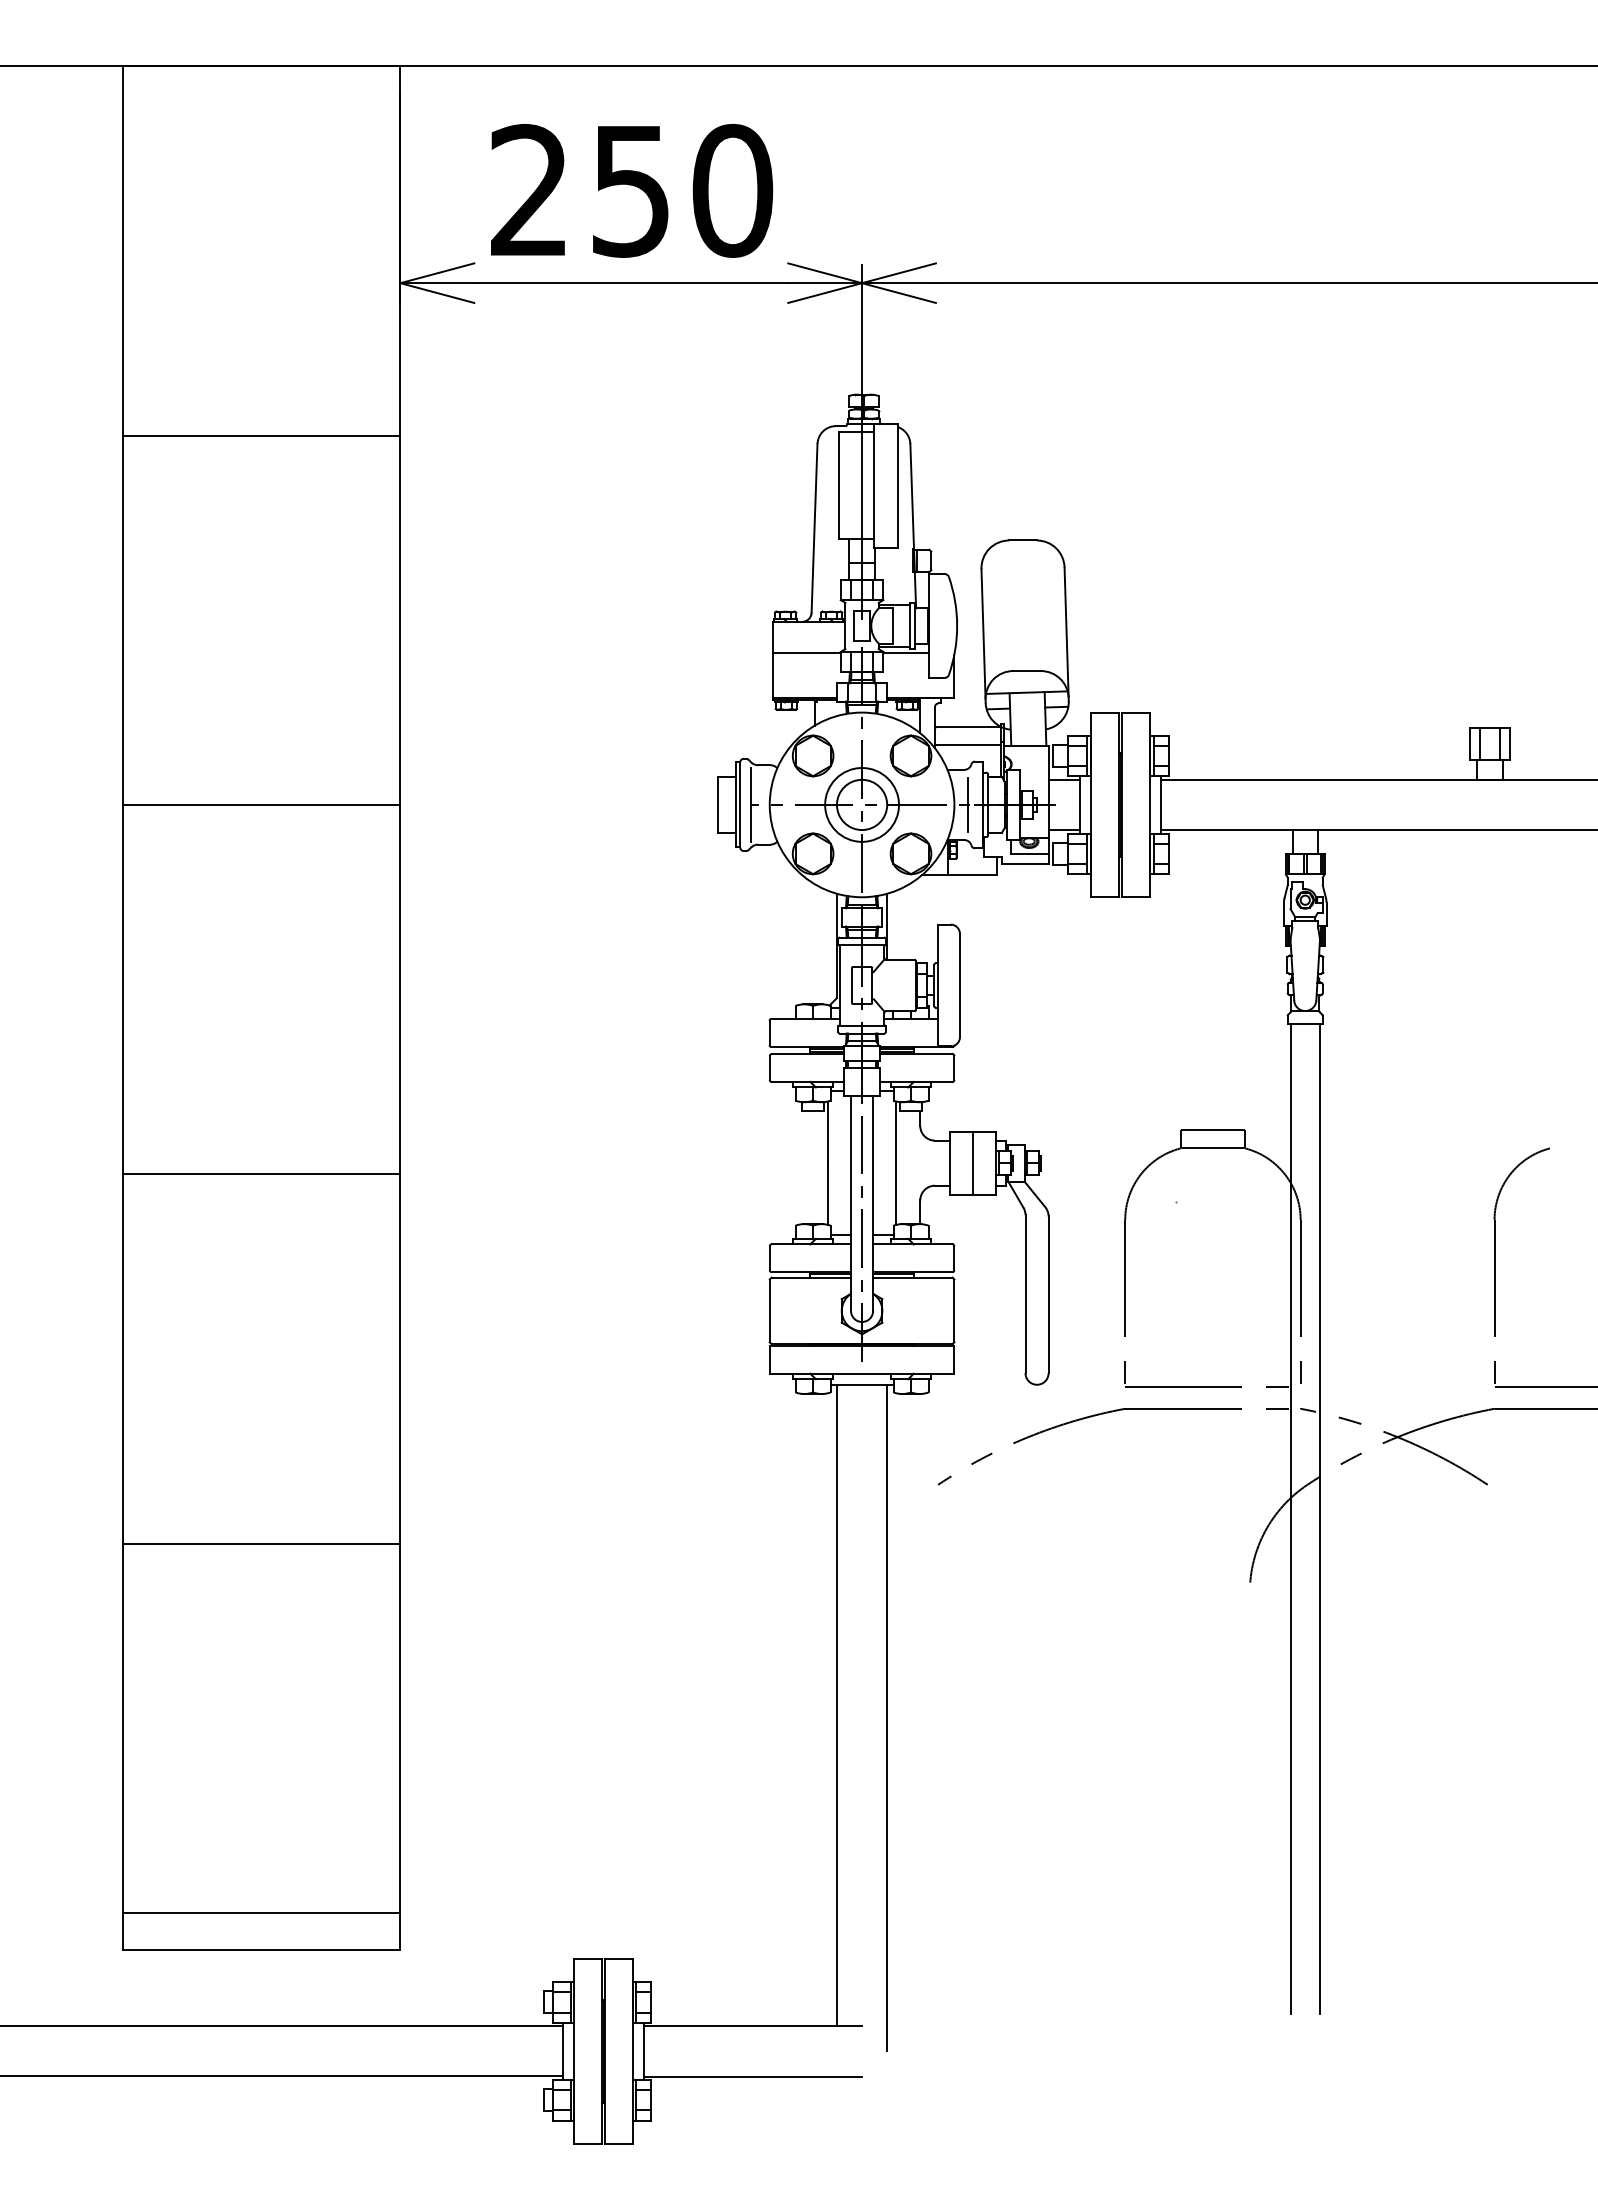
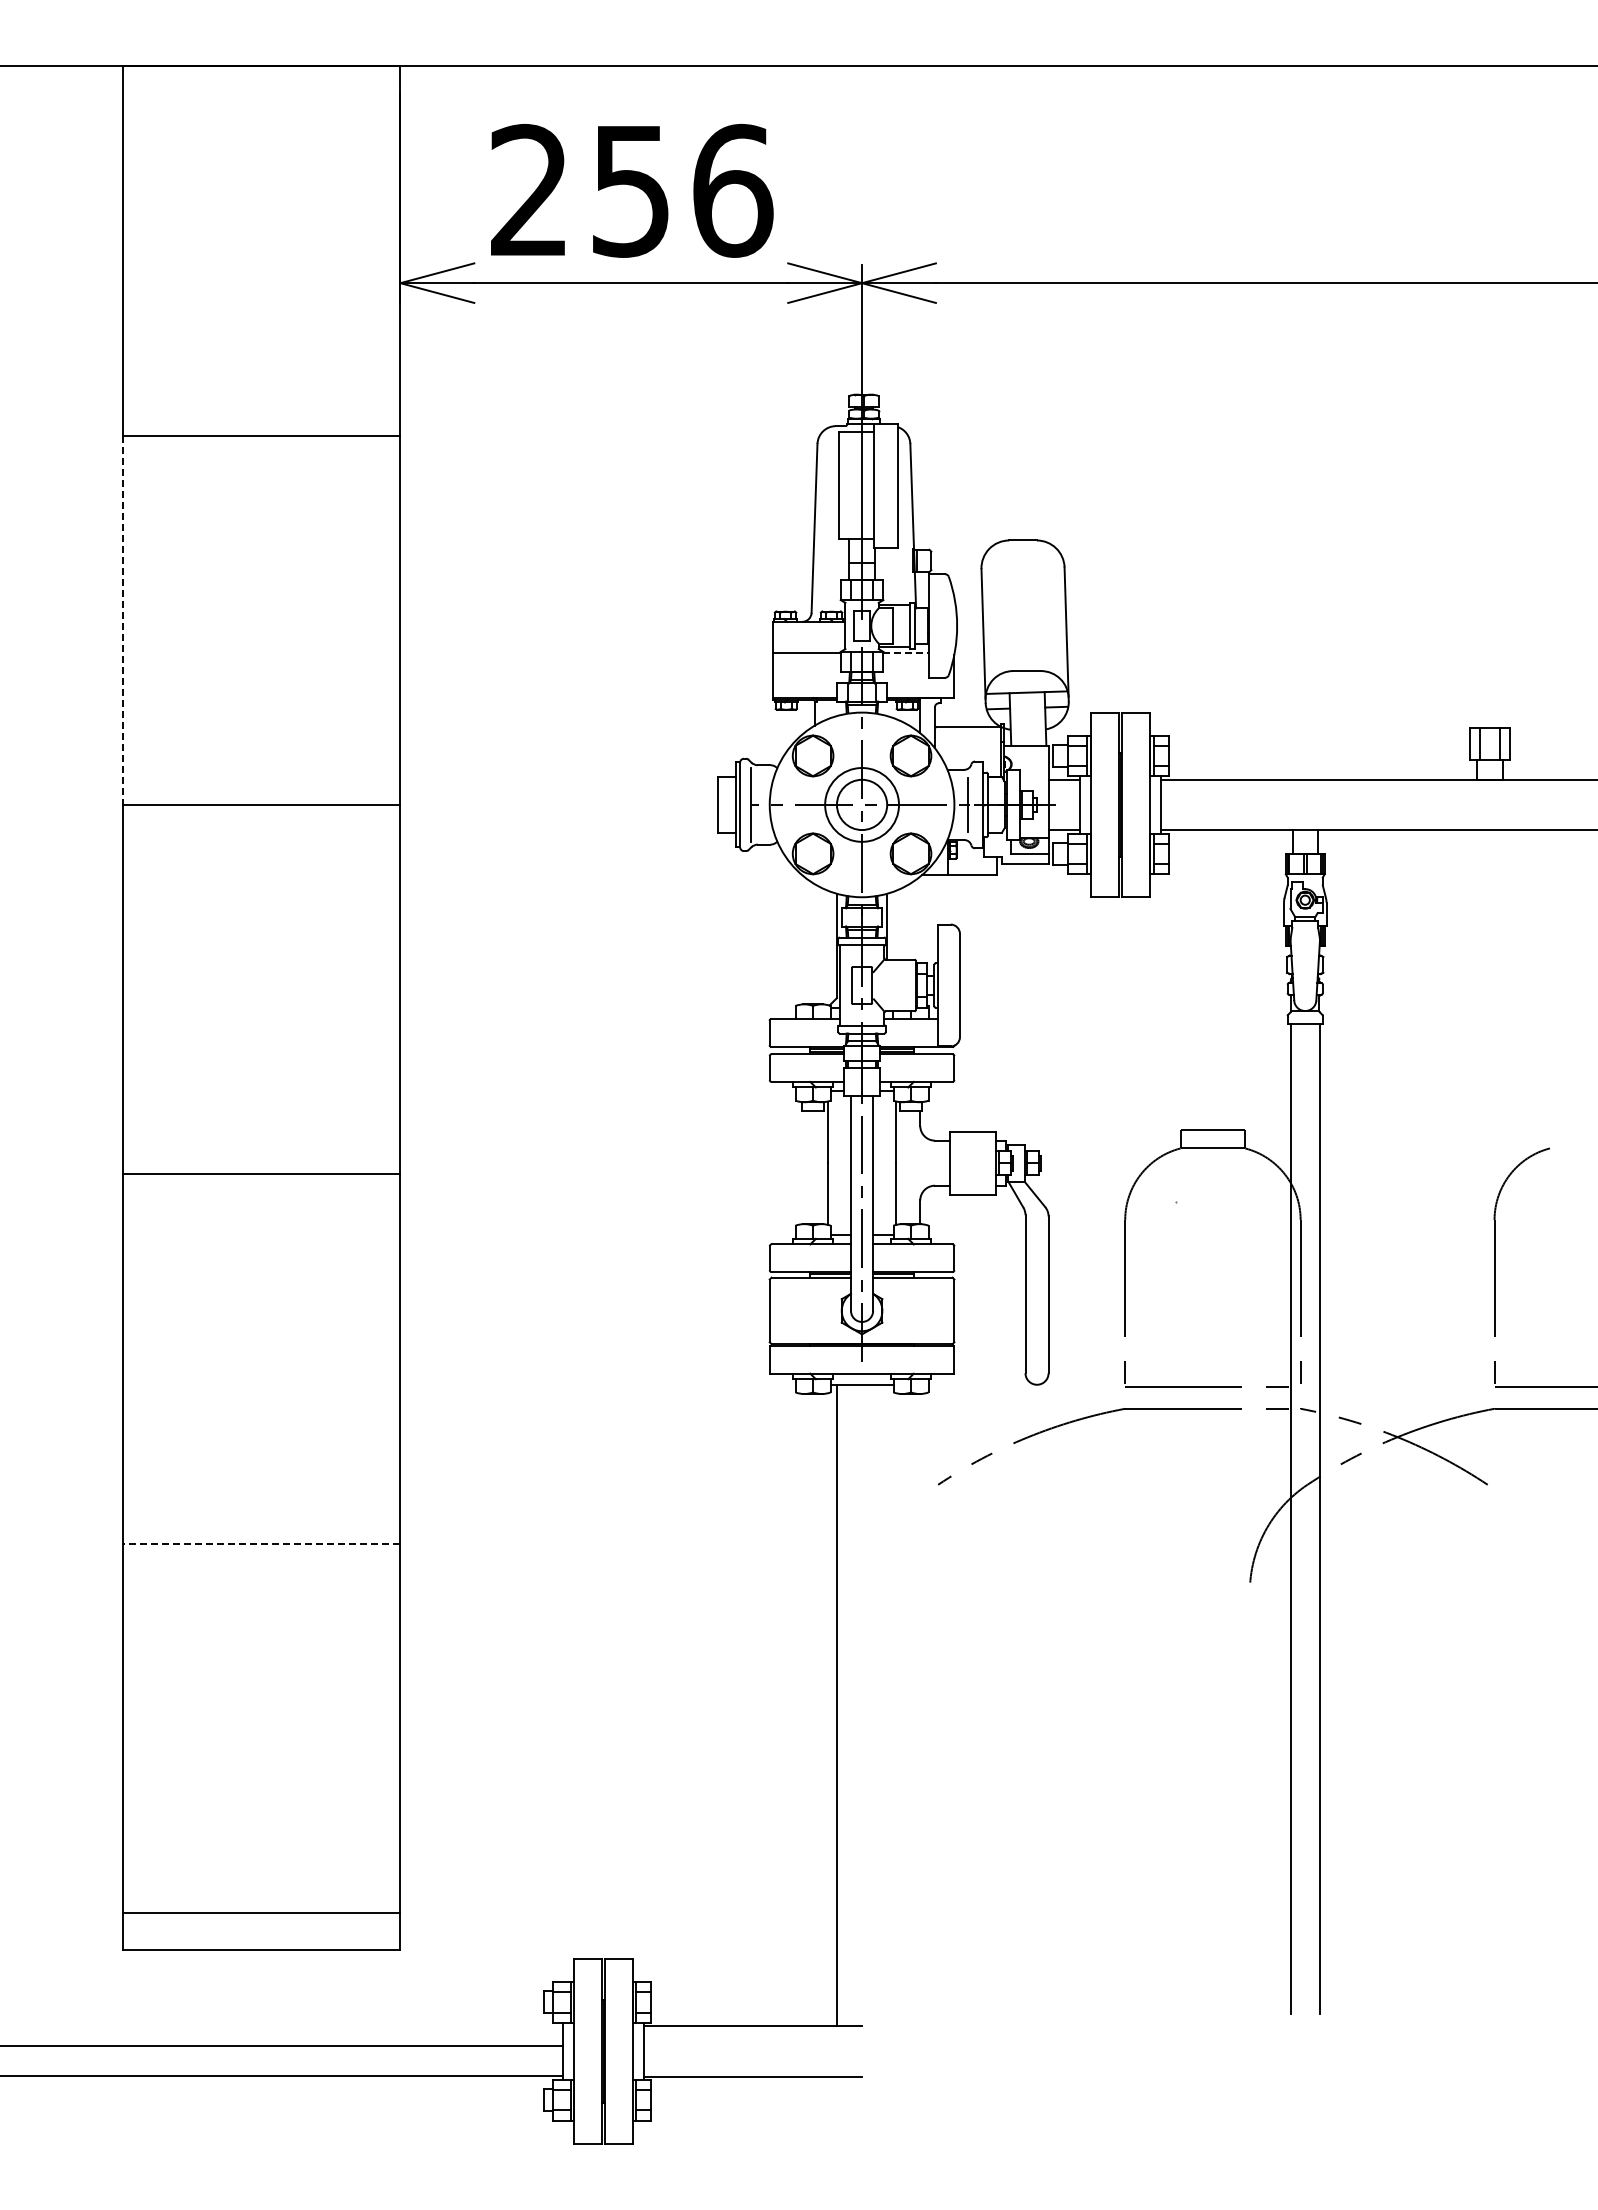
text at (732, 190): 250 -> 256
line at (123, 620): solid -> dashed
line at (906, 653): solid -> dashed
line at (967, 745): present -> none
line at (973, 1162): present -> none
line at (261, 1543): solid -> dashed
line at (887, 1717): present -> none
line at (282, 2026) position: (282, 2026) -> (282, 2046)
